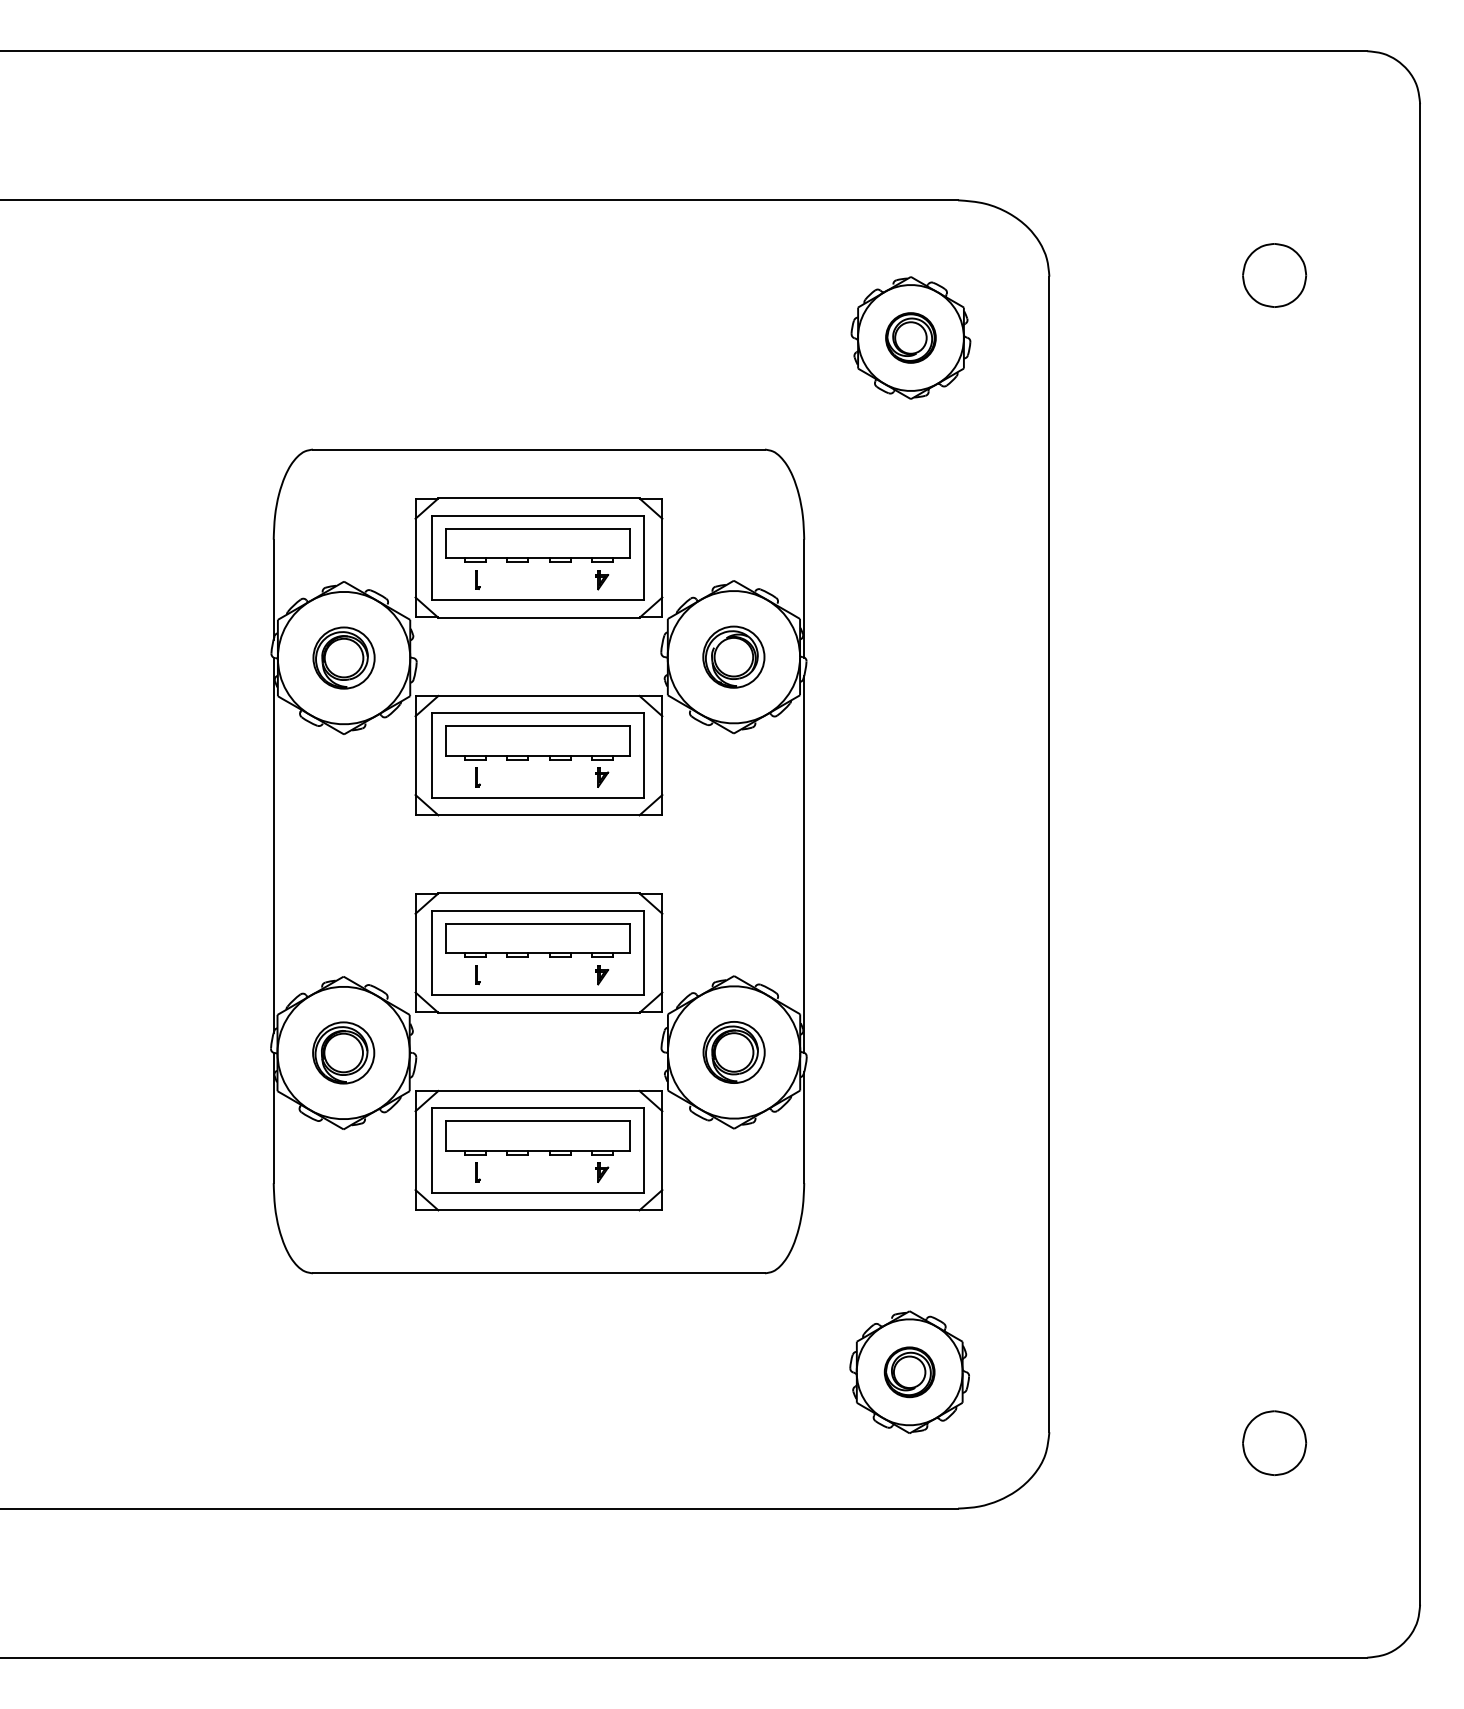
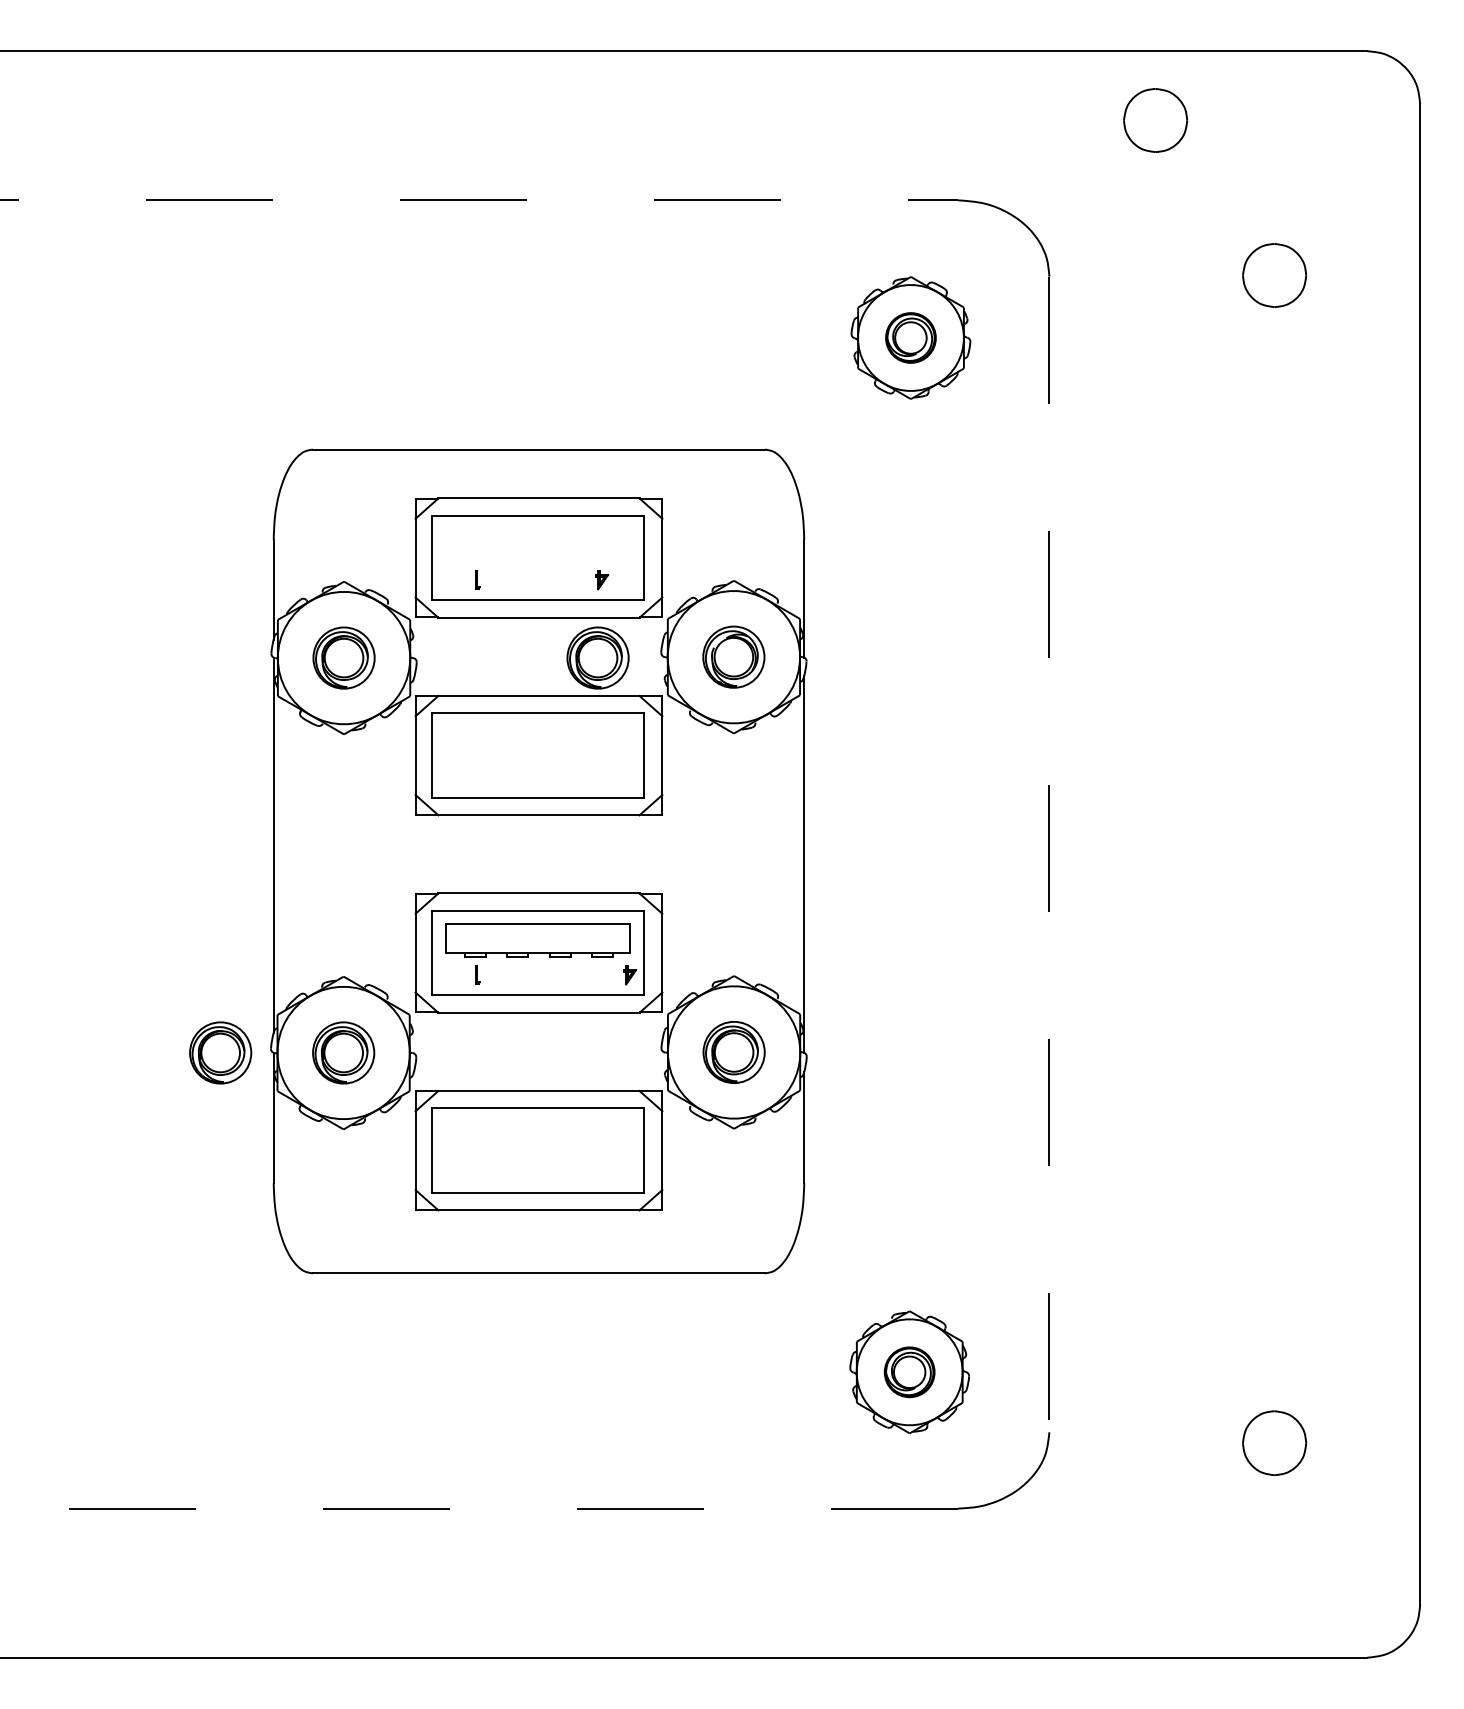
part at (1155, 120): none -> present
line at (479, 200): solid -> dashed
part at (537, 545): present -> none
part at (597, 657): none -> present
part at (537, 756): present -> none
line at (1049, 854): solid -> dashed
part at (602, 975) position: (602, 975) -> (630, 975)
part at (220, 1052): none -> present
part at (537, 1151): present -> none
line at (479, 1508): solid -> dashed
